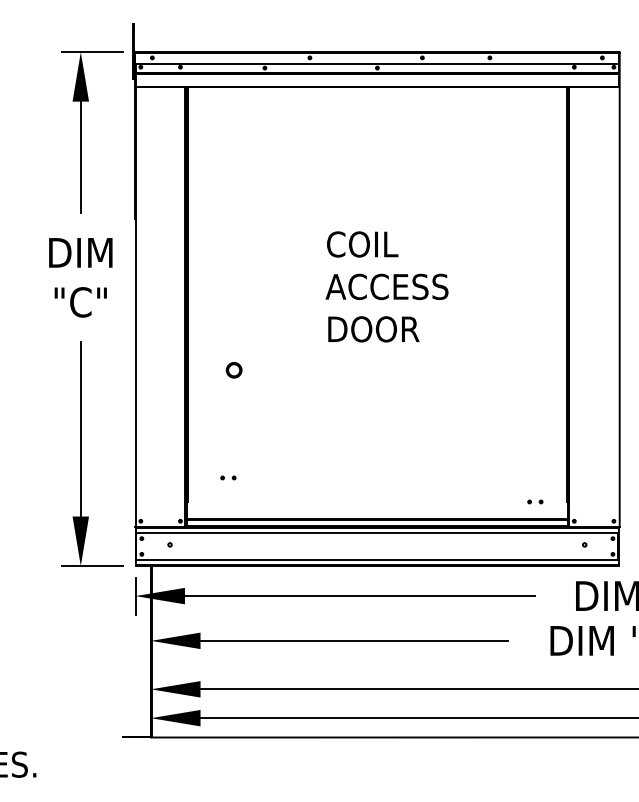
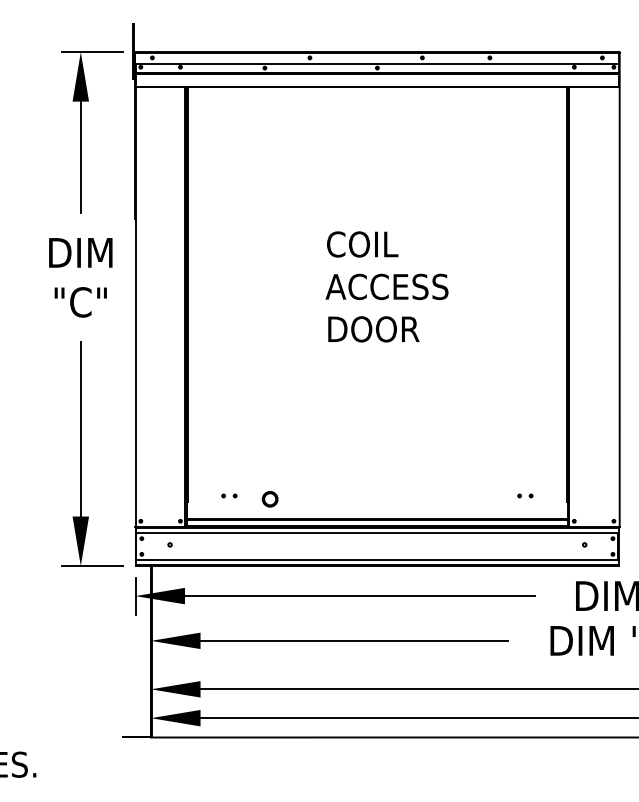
part at (233, 370) position: (233, 370) -> (269, 499)
part at (228, 477) position: (228, 477) -> (229, 495)
part at (535, 501) position: (535, 501) -> (525, 495)
